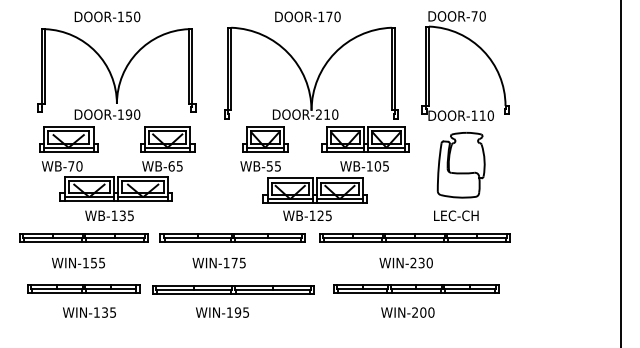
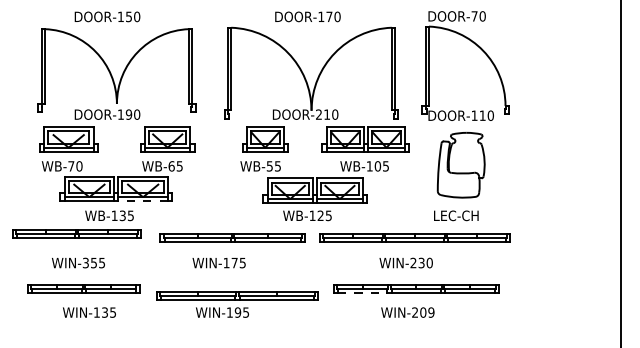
line at (143, 201): solid -> dashed
part at (83, 237) position: (83, 237) -> (76, 233)
text at (85, 262): WIN-155 -> WIN-355
part at (233, 289) position: (233, 289) -> (237, 295)
line at (362, 293): solid -> dashed
text at (431, 312): WIN-200 -> WIN-209
